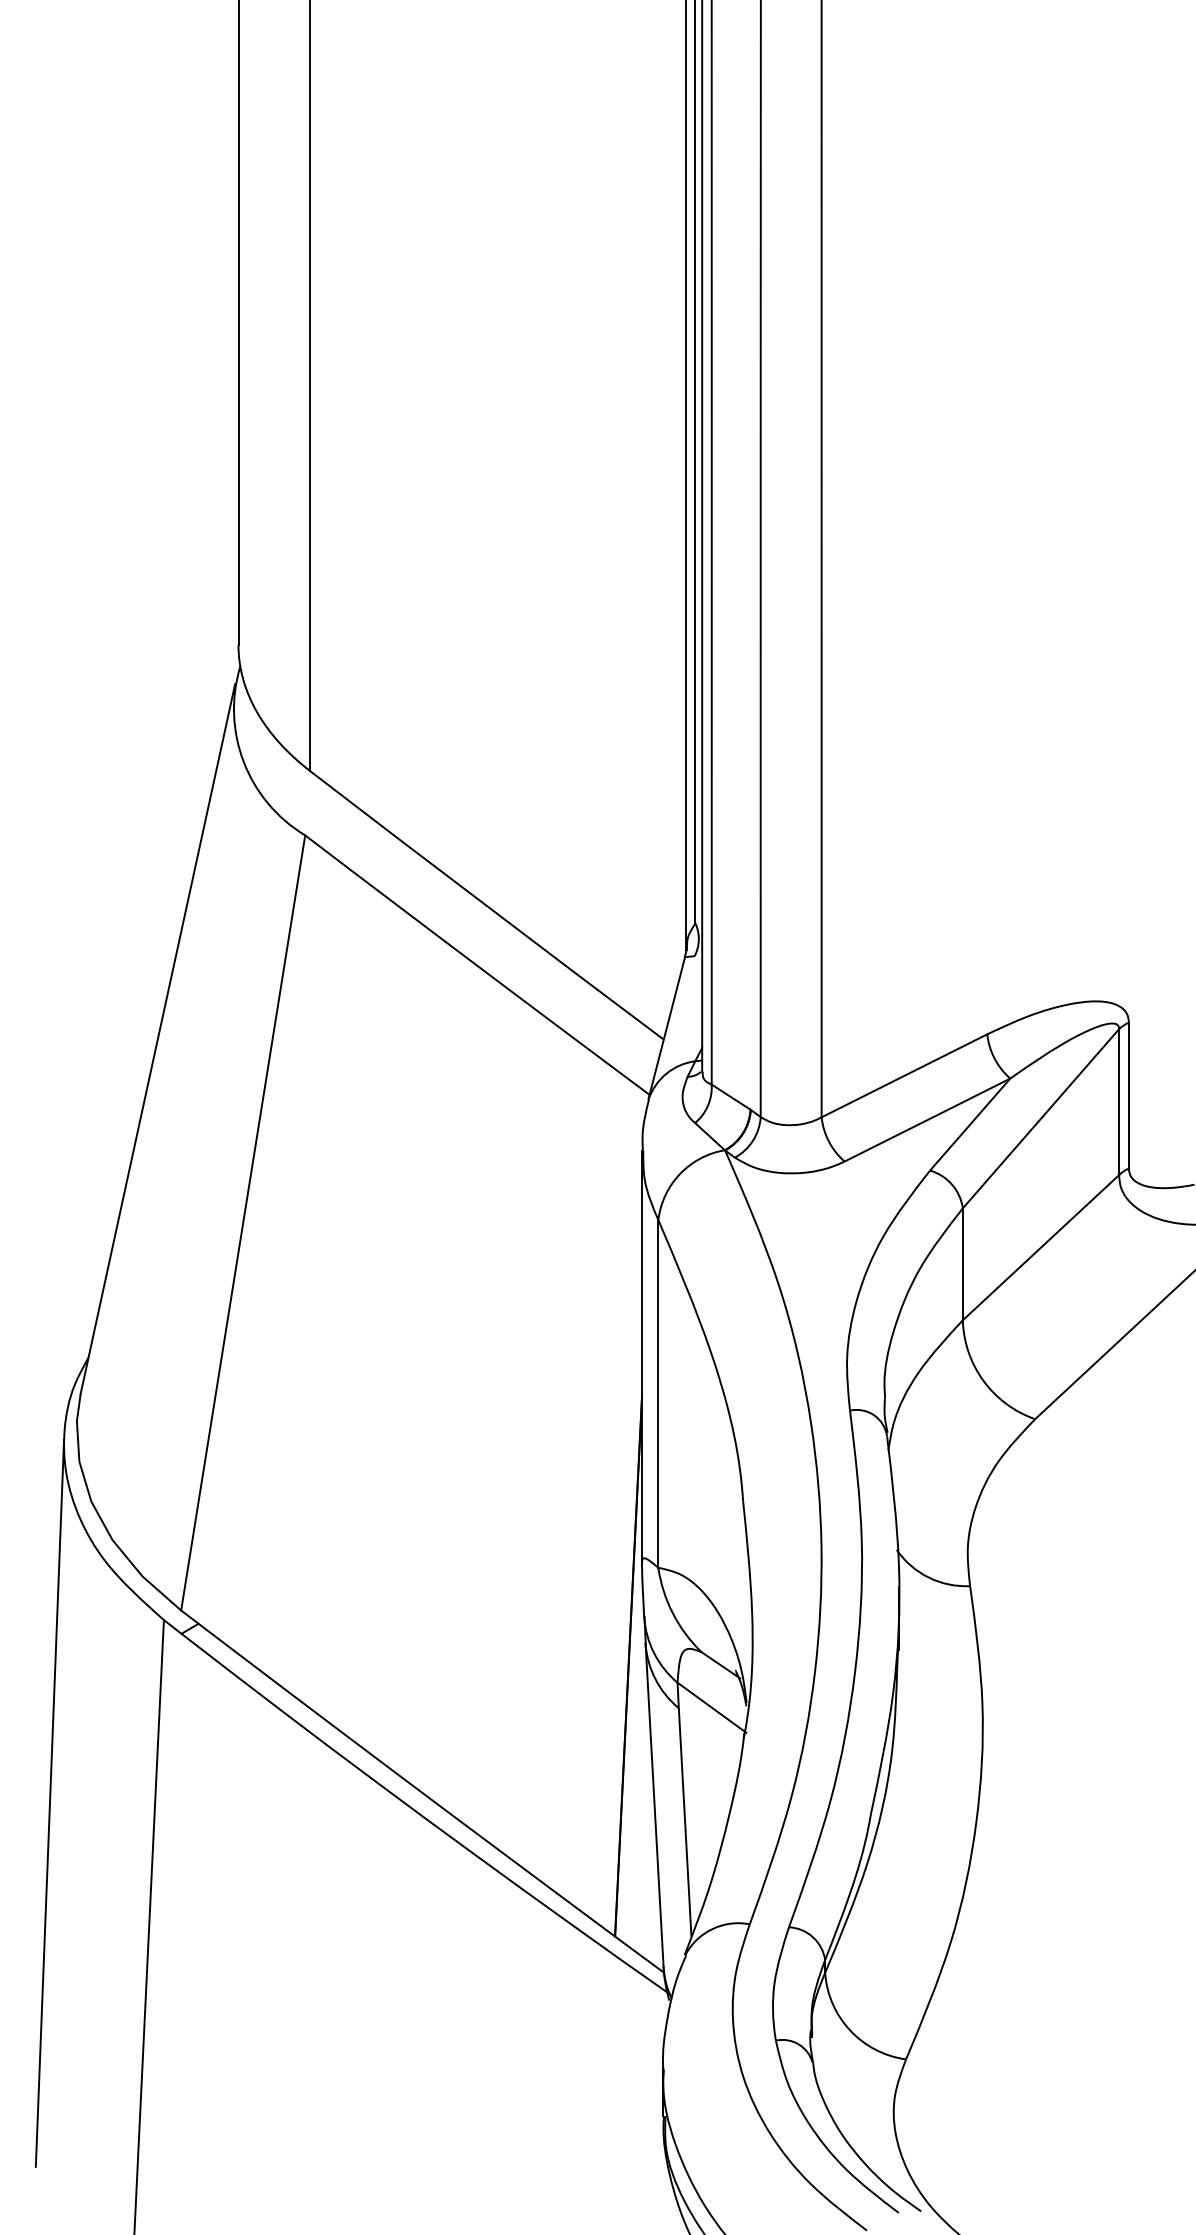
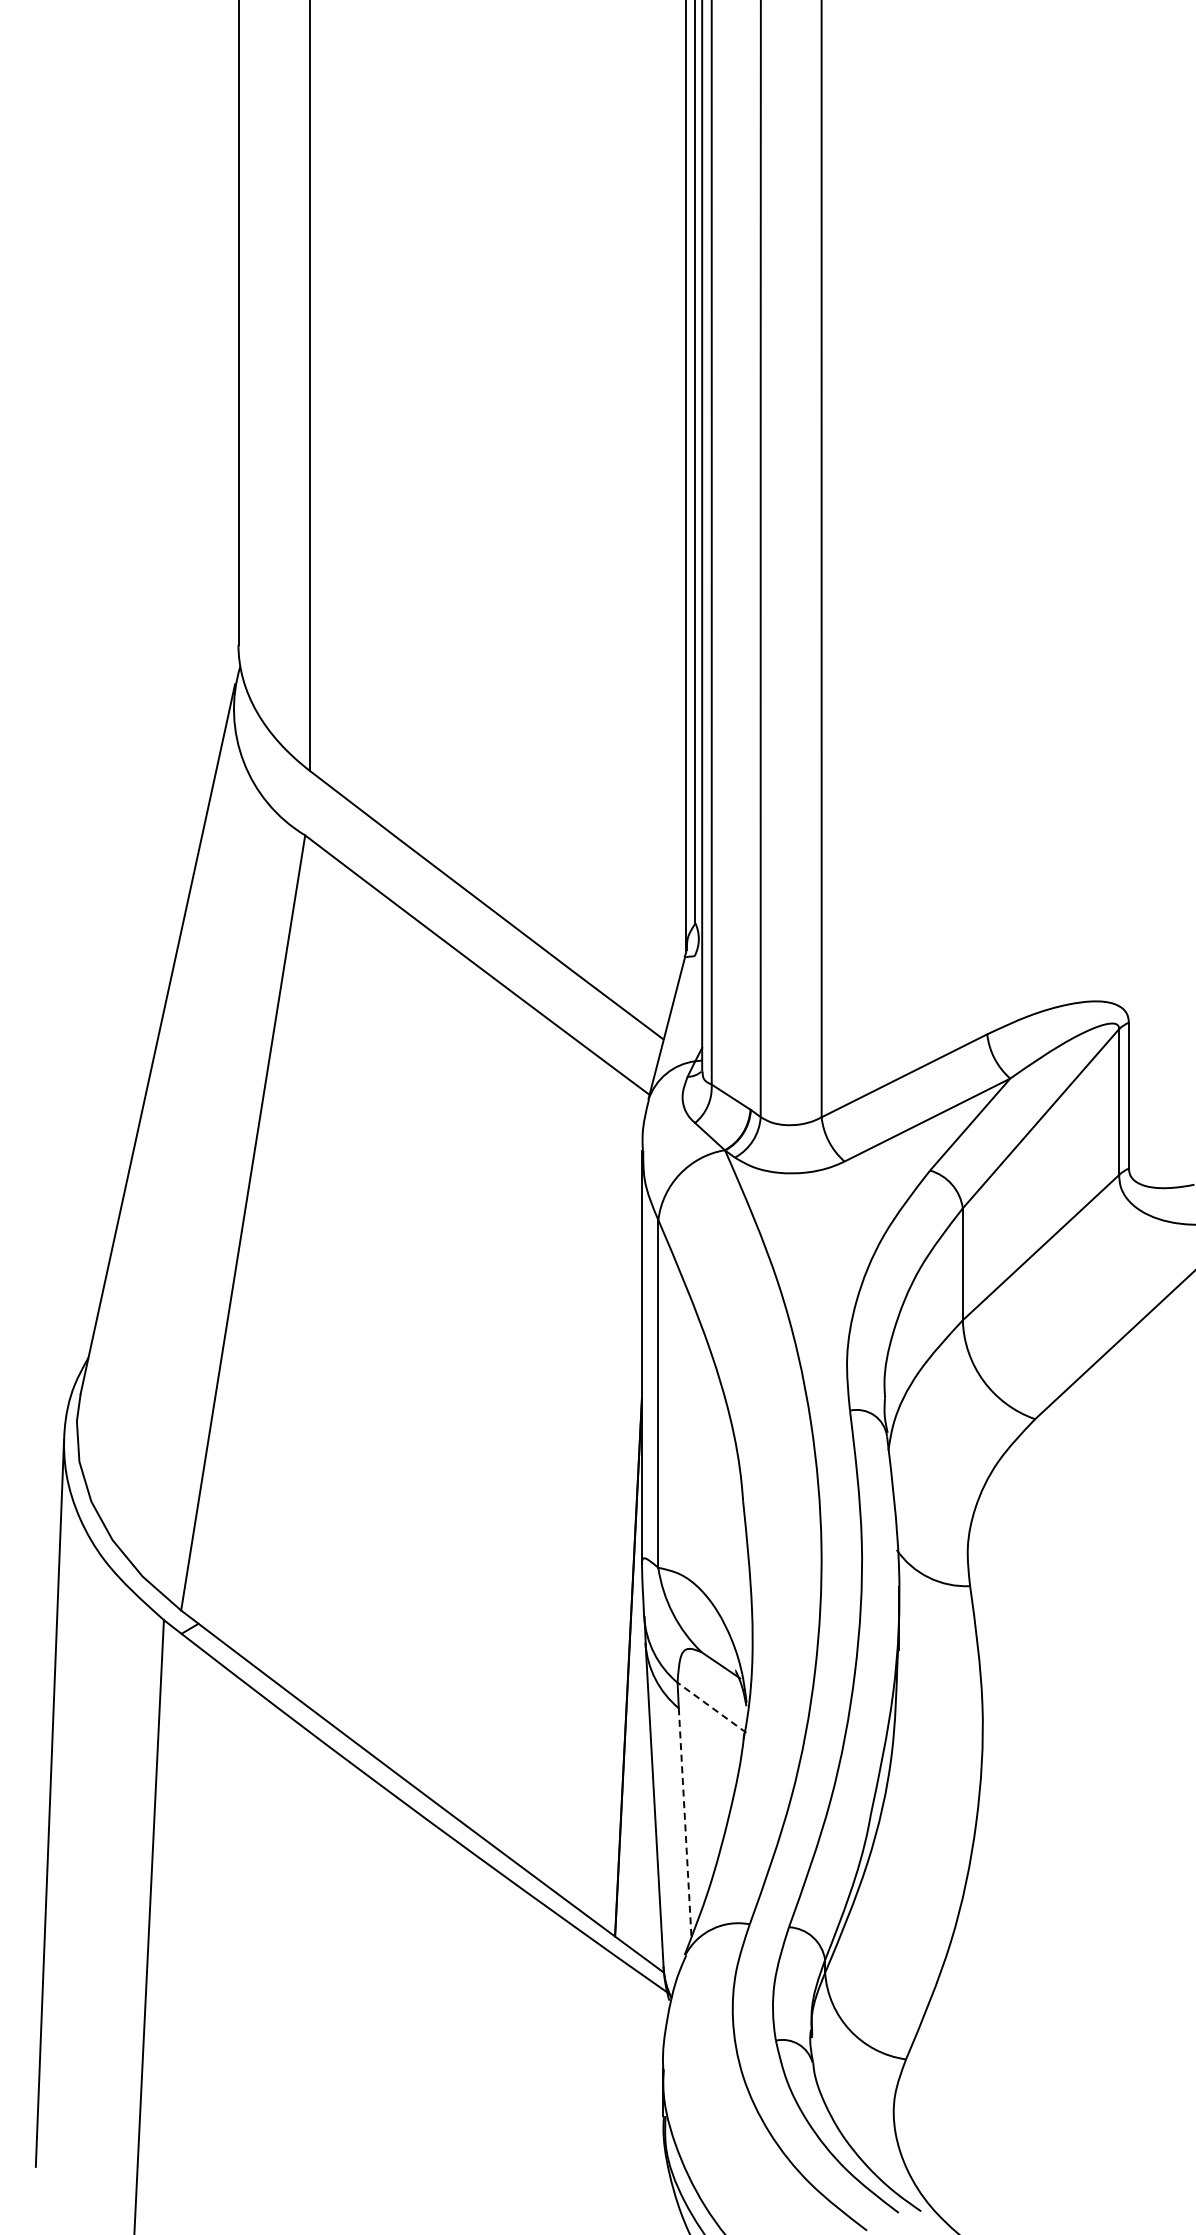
line at (711, 1707): solid -> dashed
line at (685, 1822): solid -> dashed
